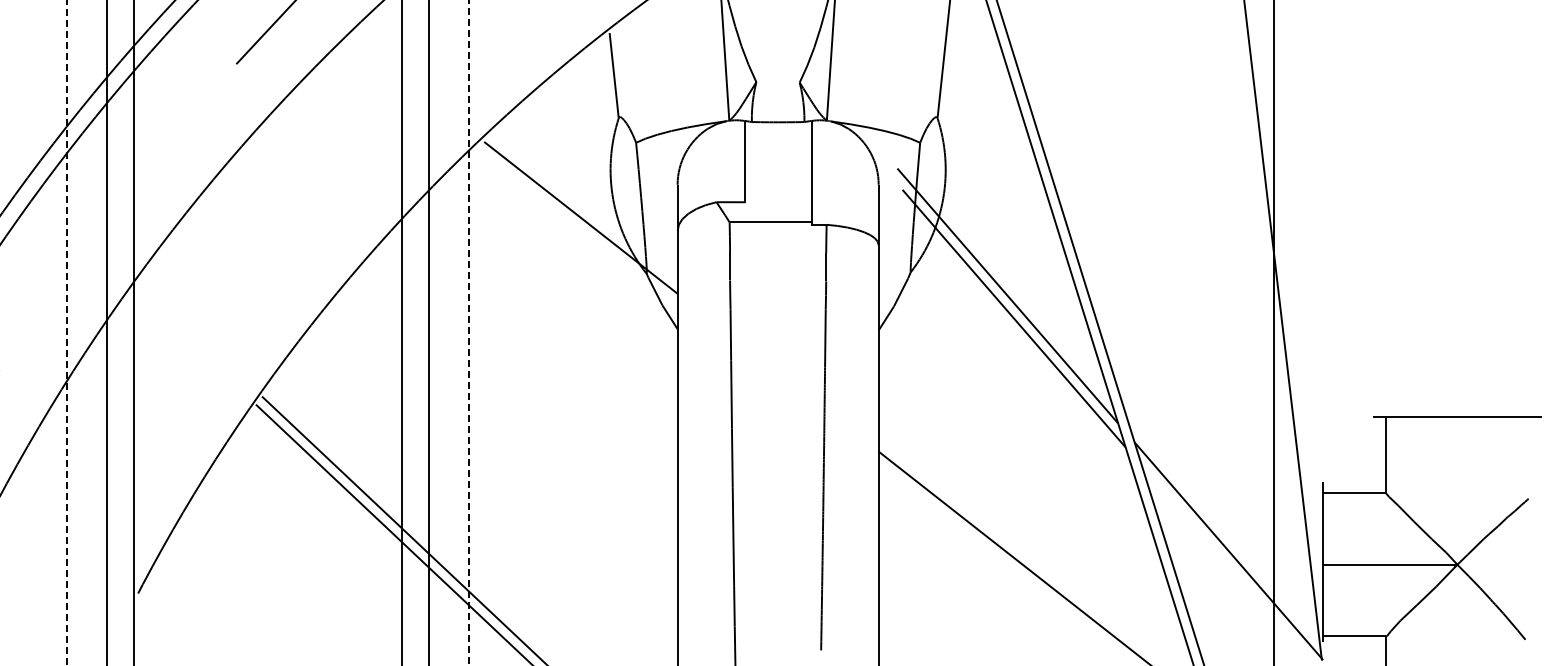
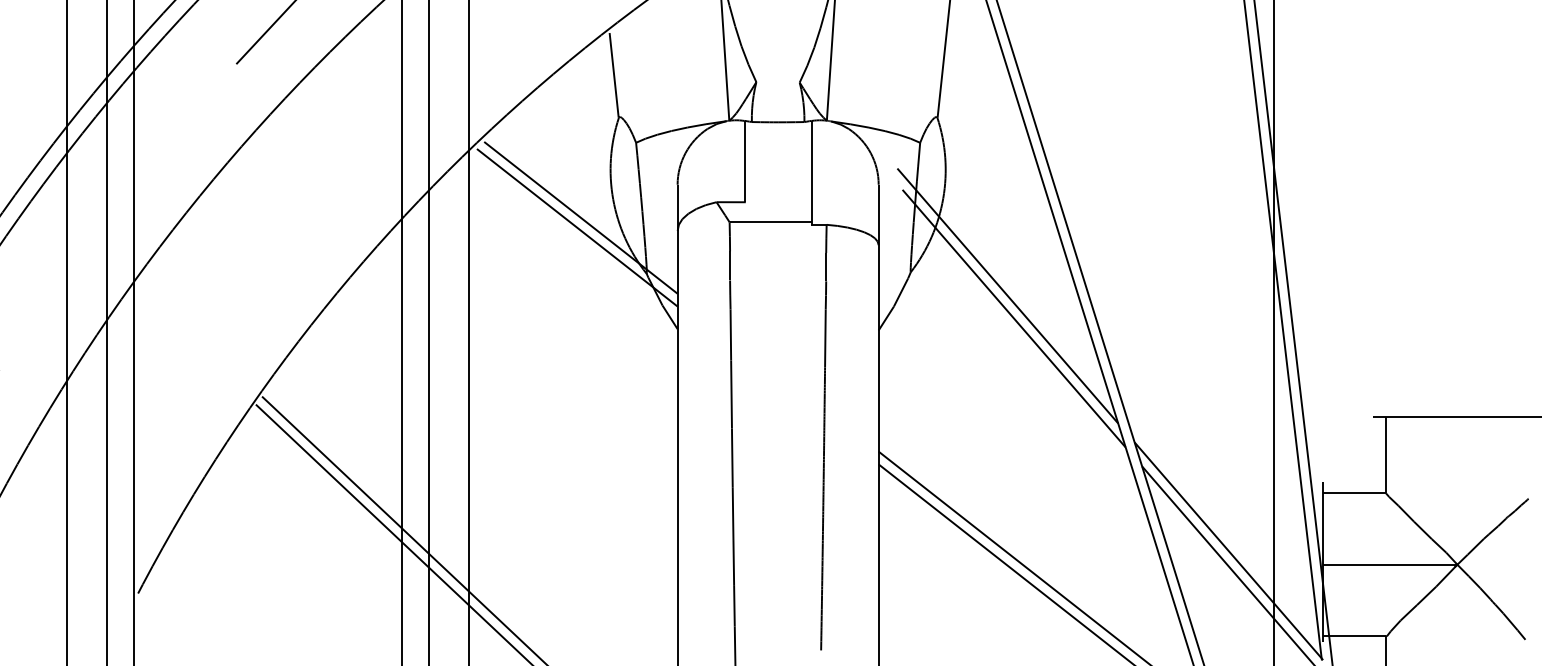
line at (576, 227): none -> present
line at (1293, 332): none -> present
line at (67, 333): dashed -> solid
line at (469, 333): dashed -> solid
line at (1004, 563): none -> present
line at (1226, 564): none -> present
